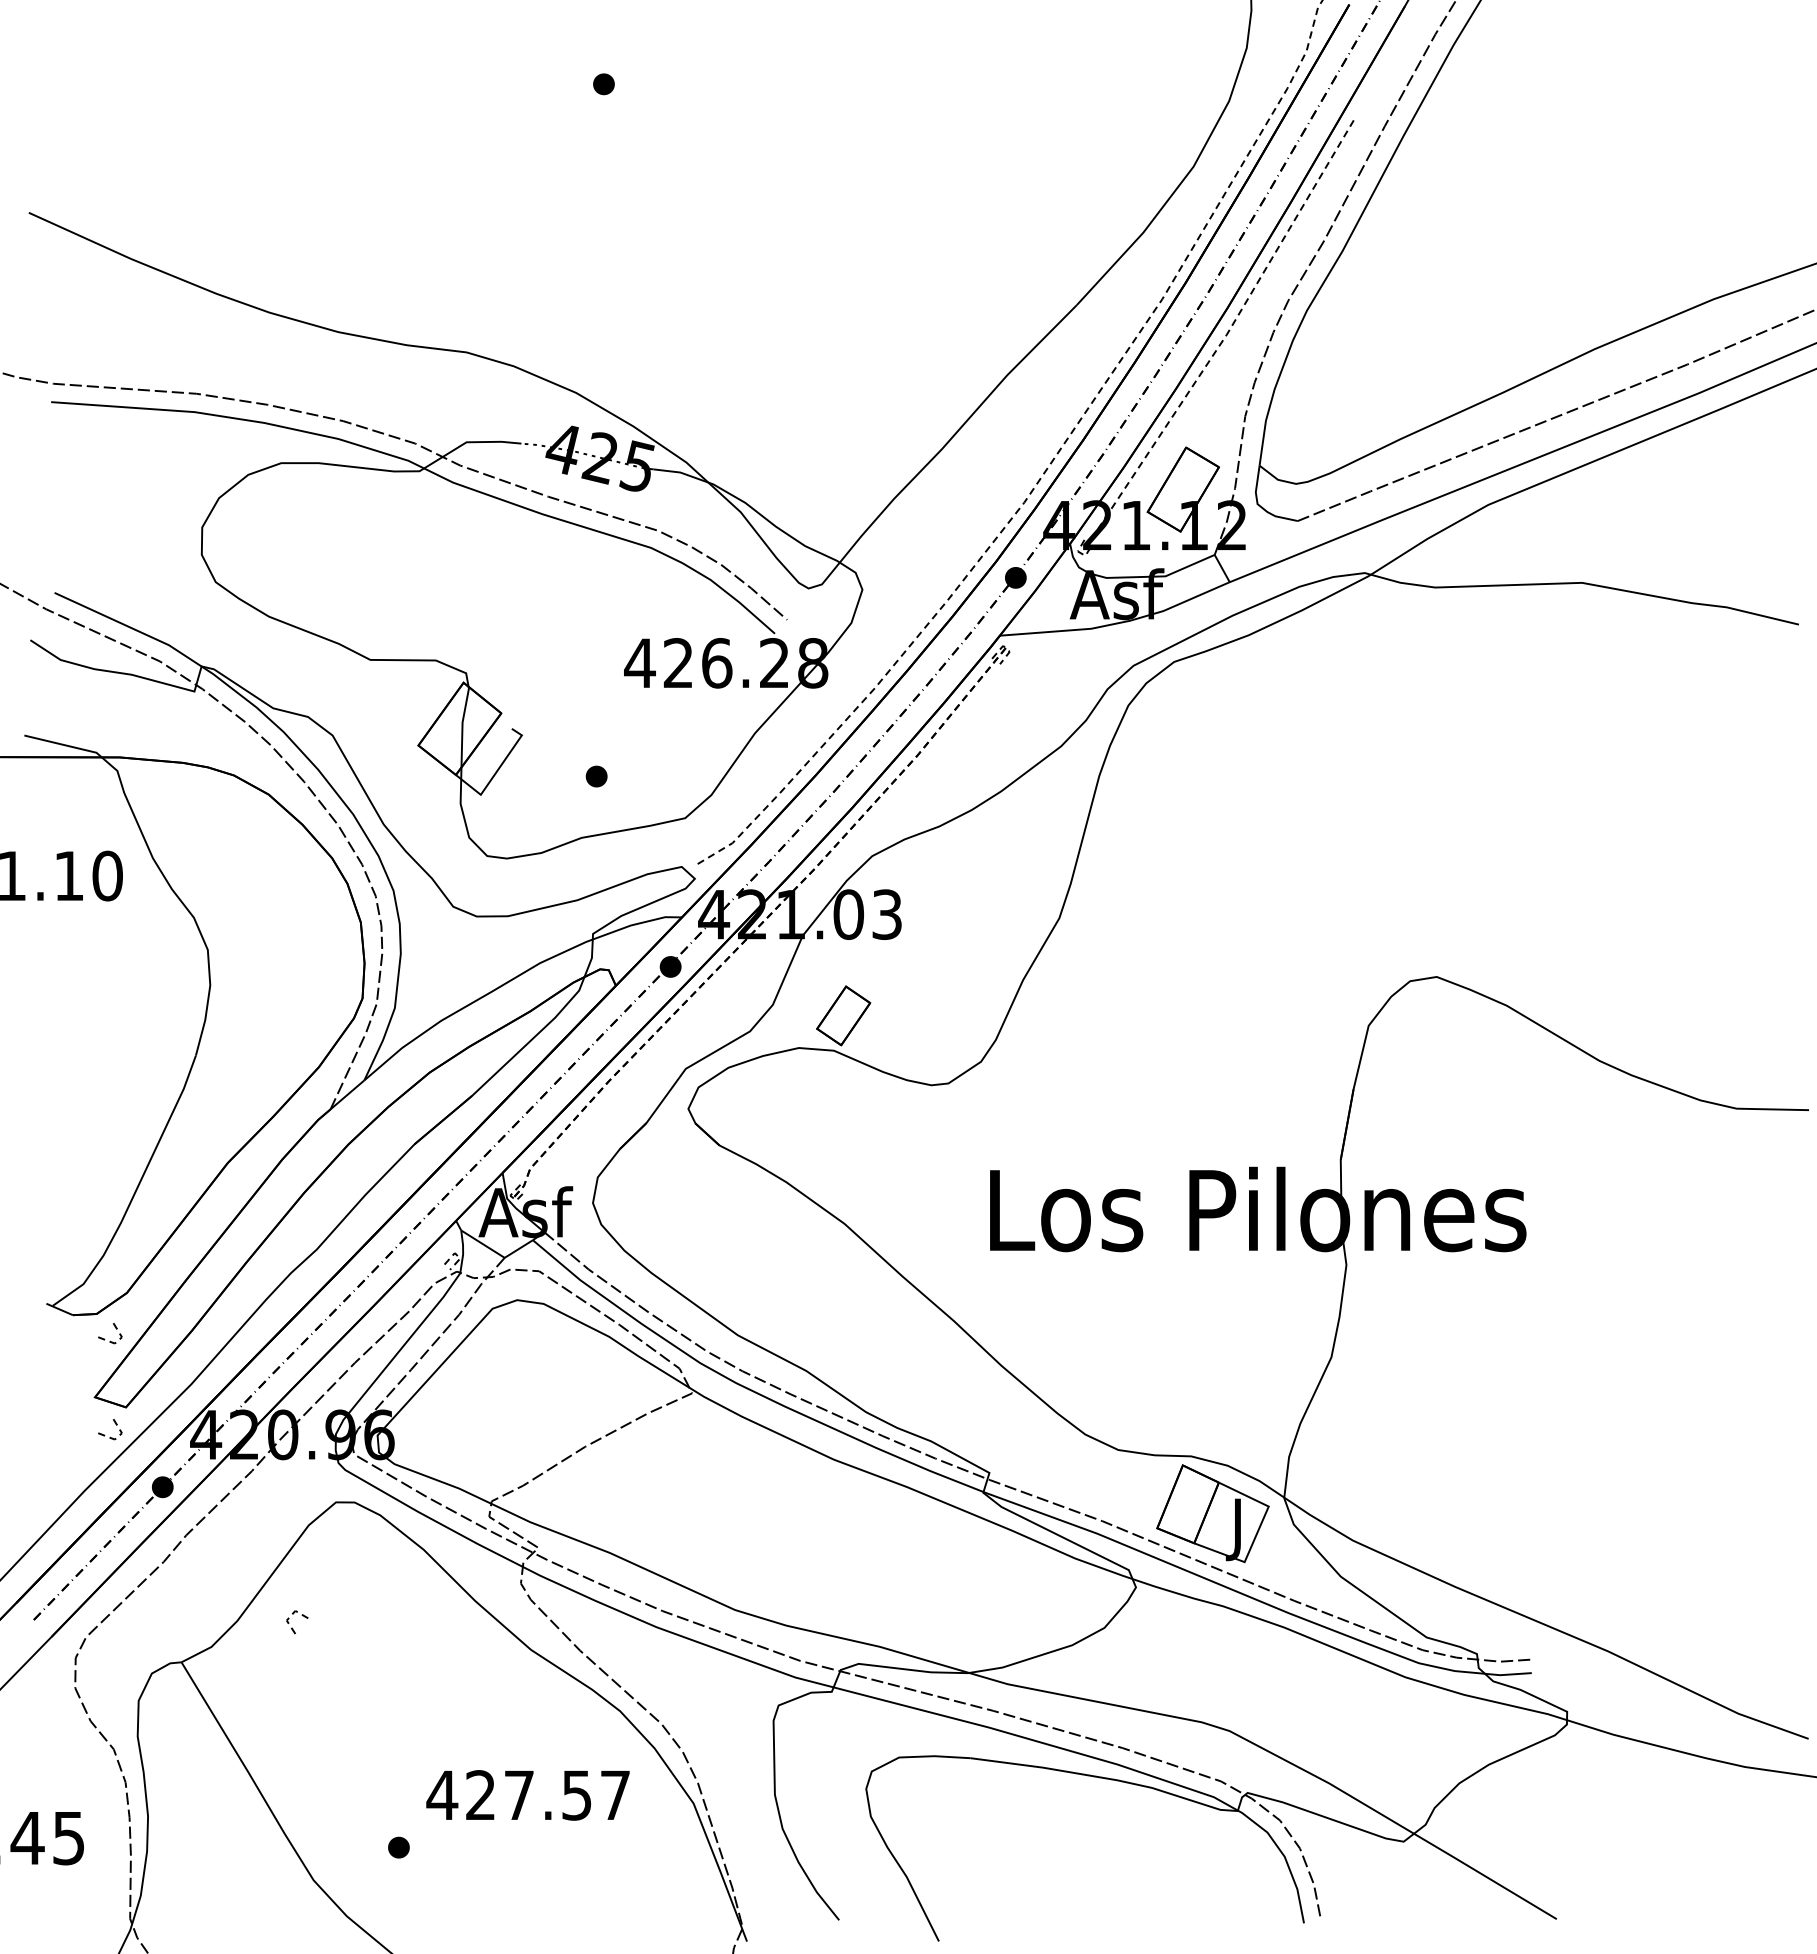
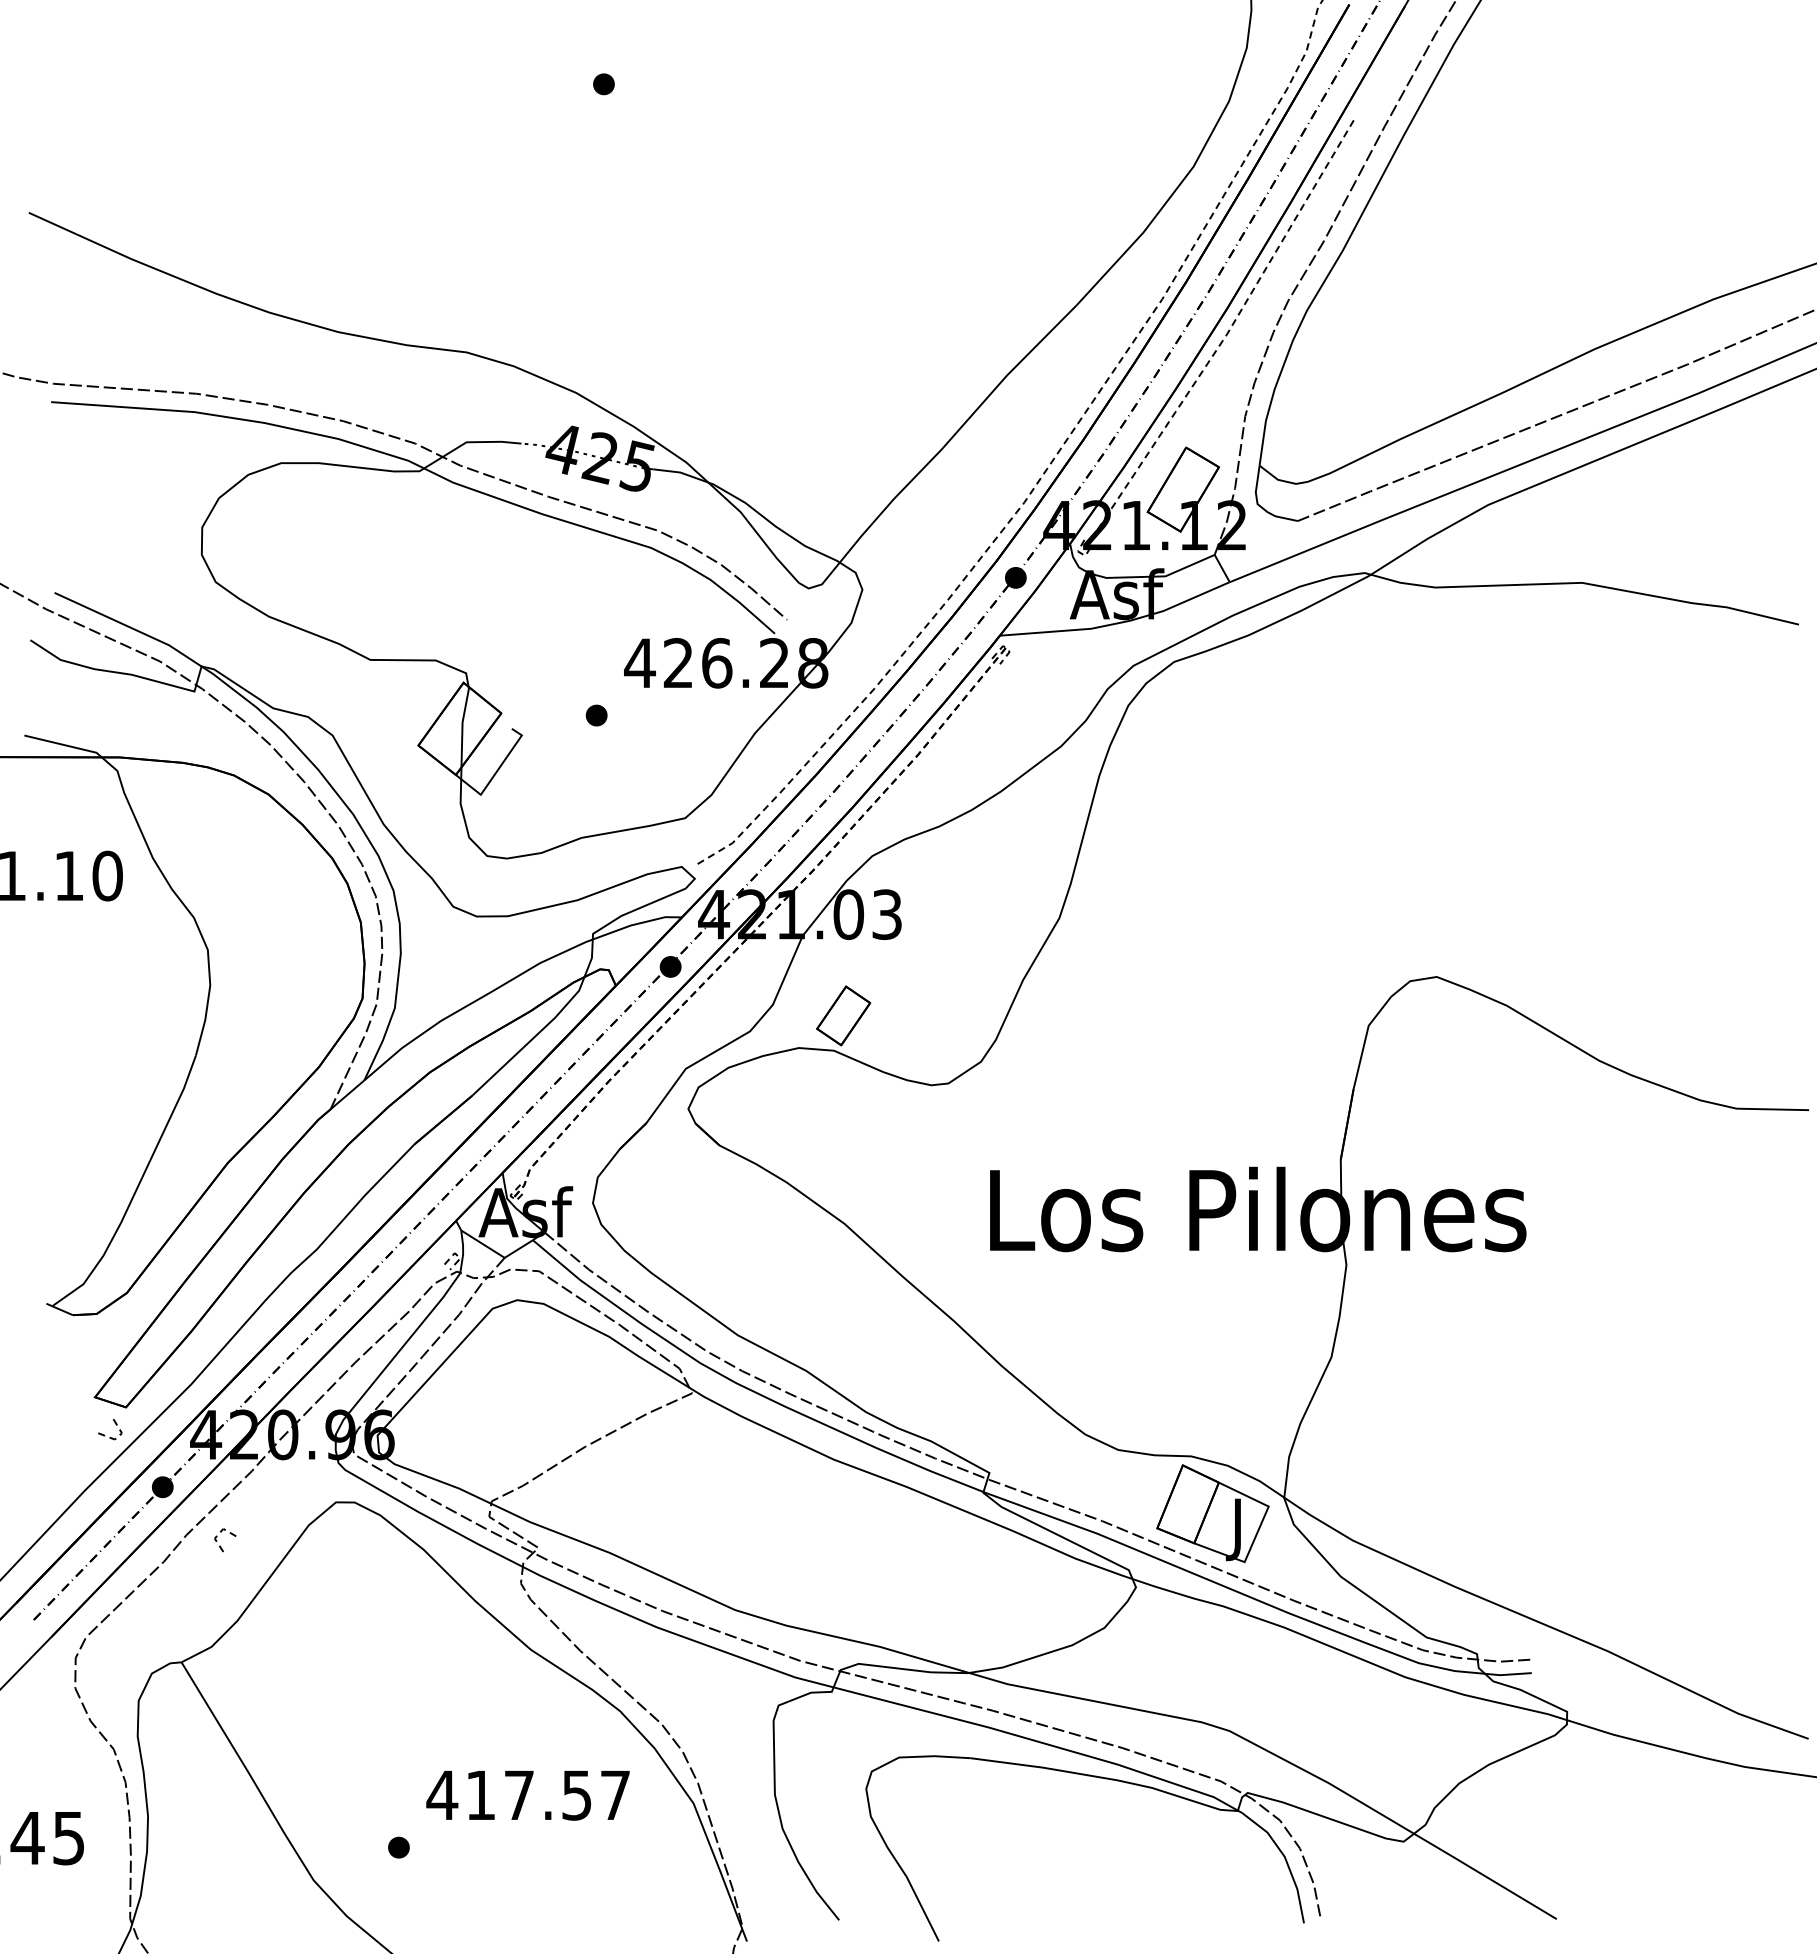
part at (596, 776) position: (596, 776) -> (596, 715)
line at (110, 1340): present -> none
line at (292, 1627) position: (292, 1627) -> (220, 1545)
text at (480, 1794): 427.57 -> 417.57
